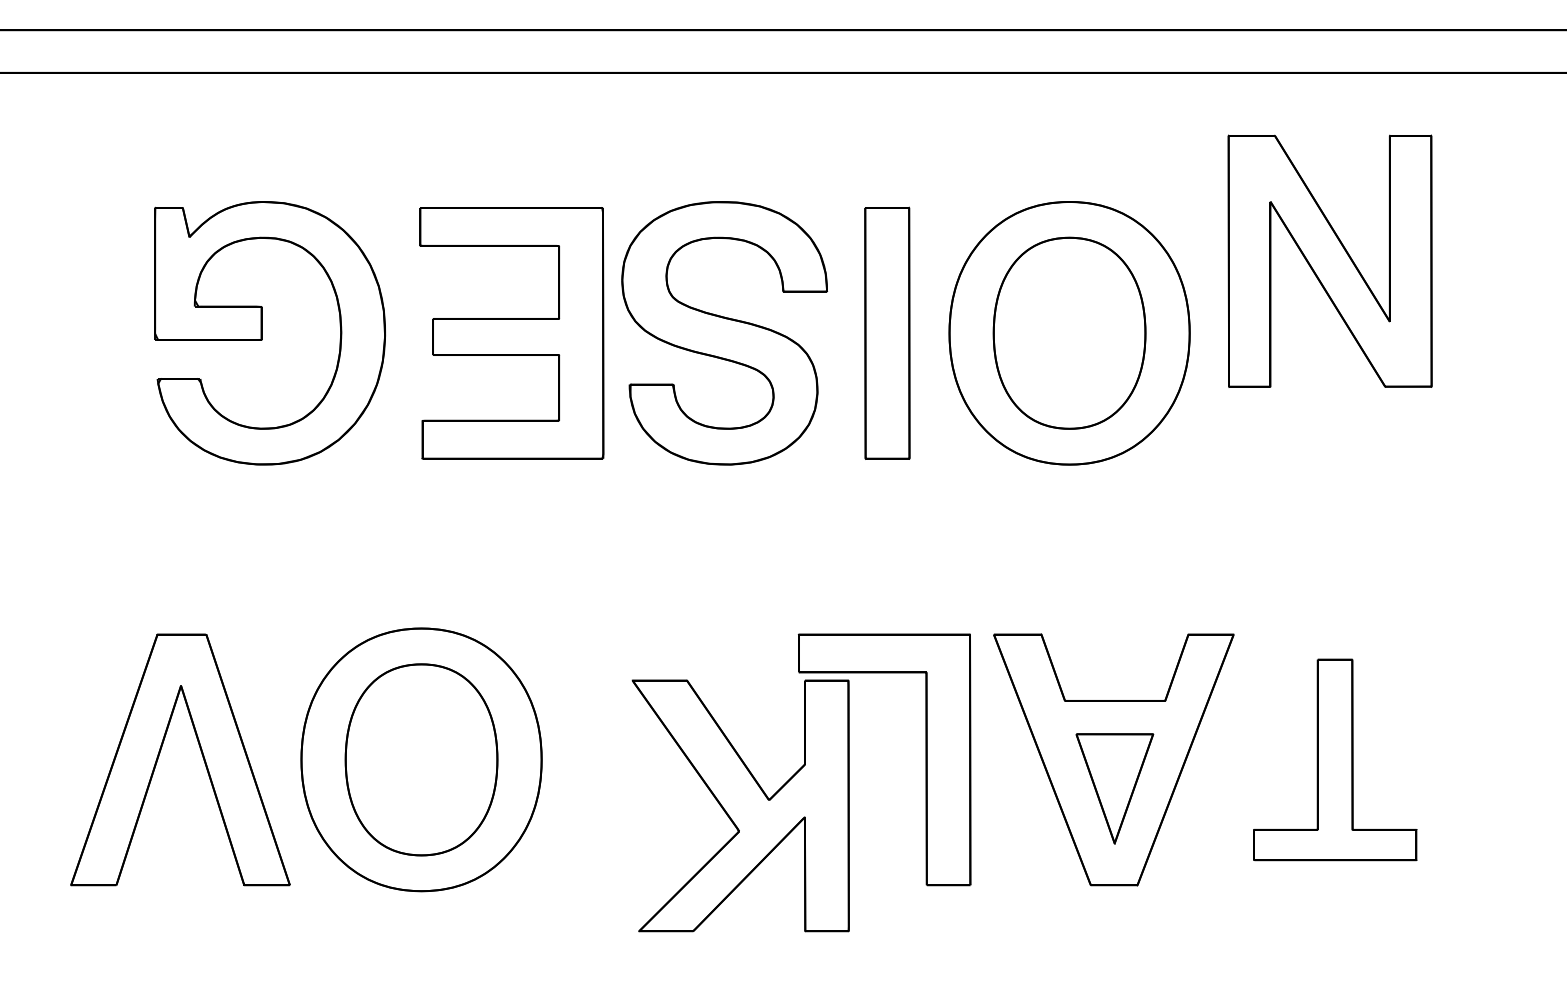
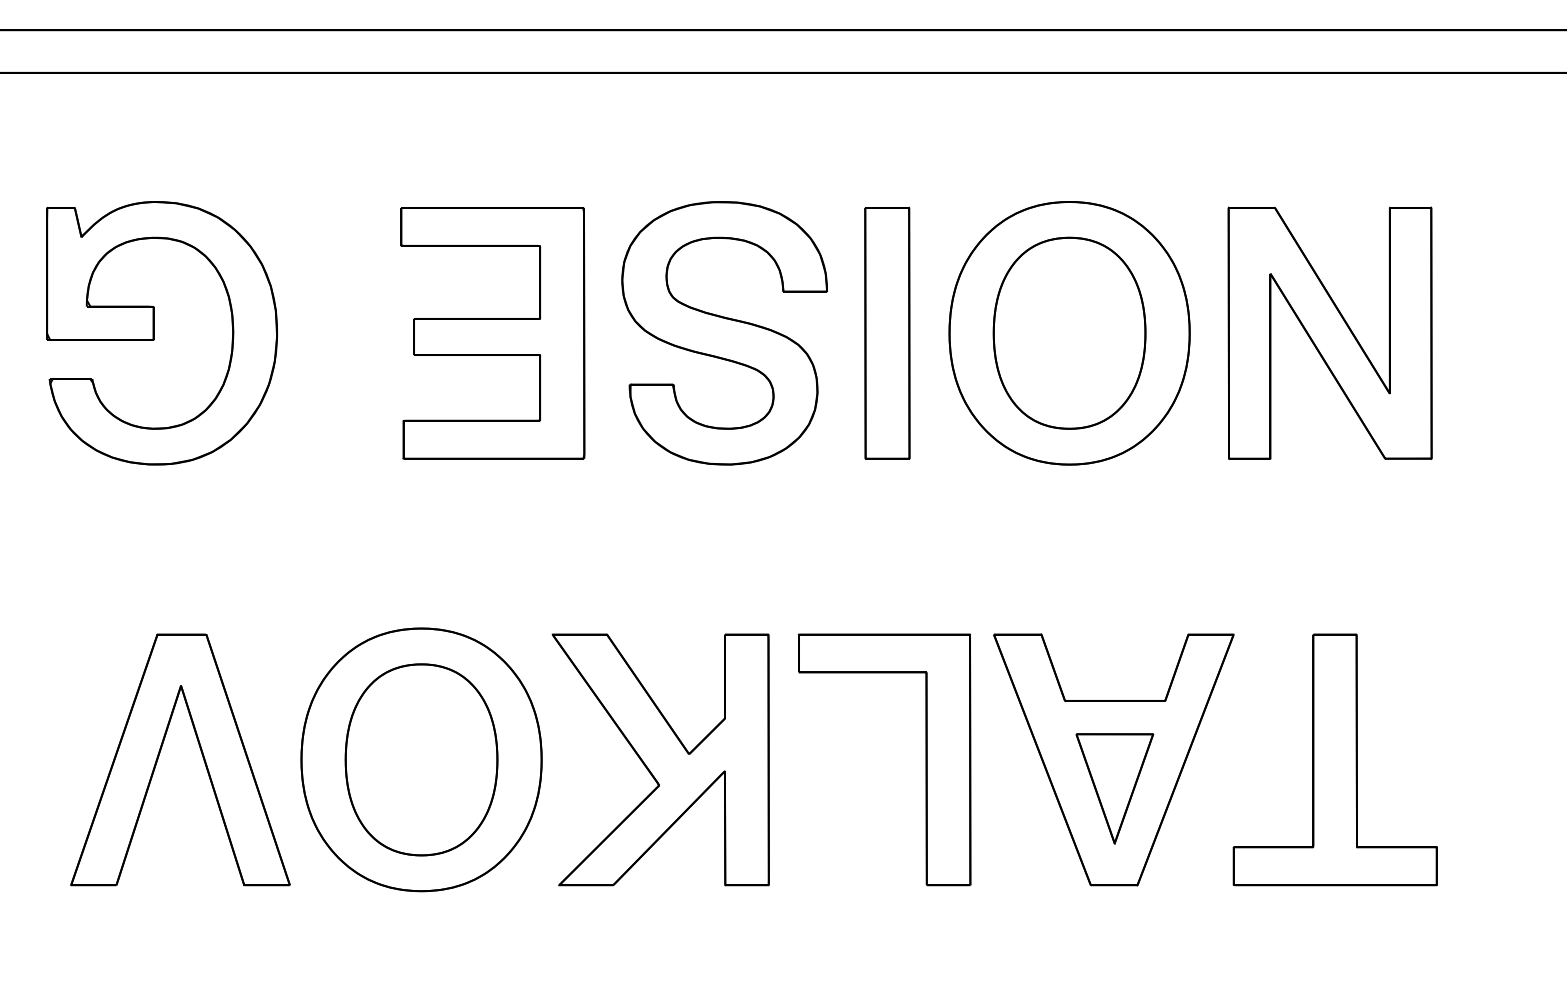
part at (1329, 260) position: (1329, 260) -> (1329, 332)
part at (262, 333) position: (262, 333) -> (154, 333)
part at (511, 333) position: (511, 333) -> (492, 333)
part at (1335, 759) size: 165x204 px -> 206x254 px
part at (740, 805) position: (740, 805) -> (660, 759)
